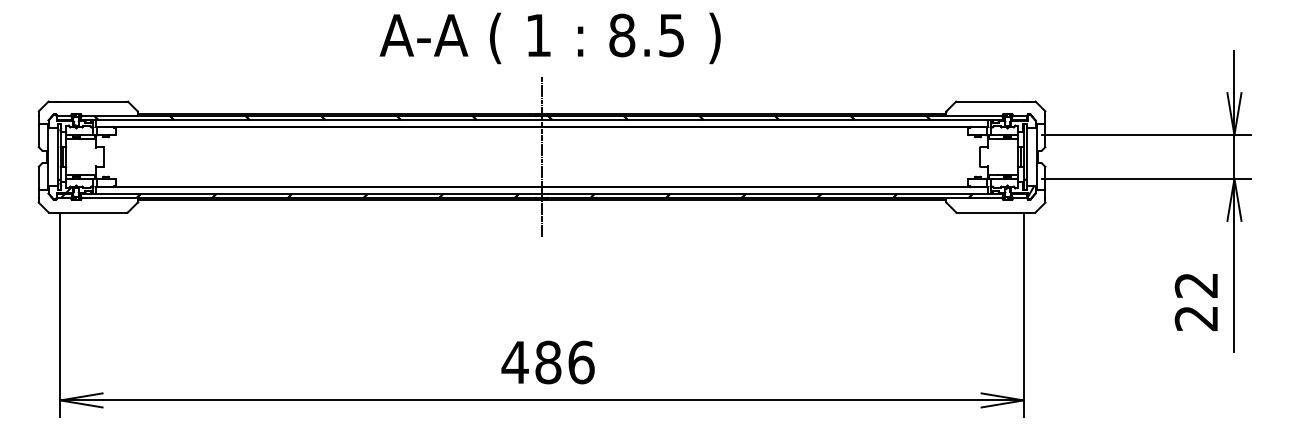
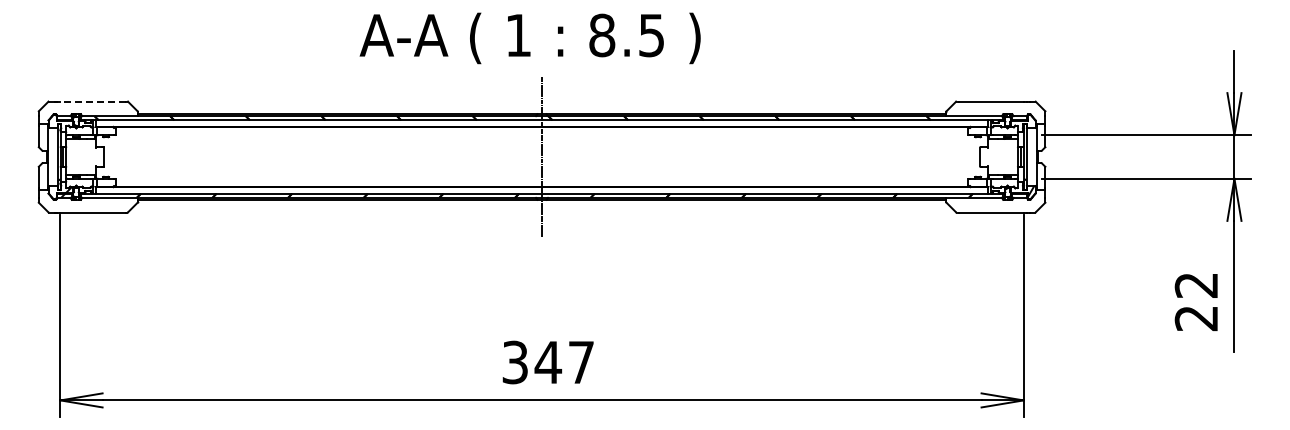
text at (549, 38) position: (549, 38) -> (529, 38)
line at (92, 101): solid -> dashed
text at (547, 362): 486 -> 347
